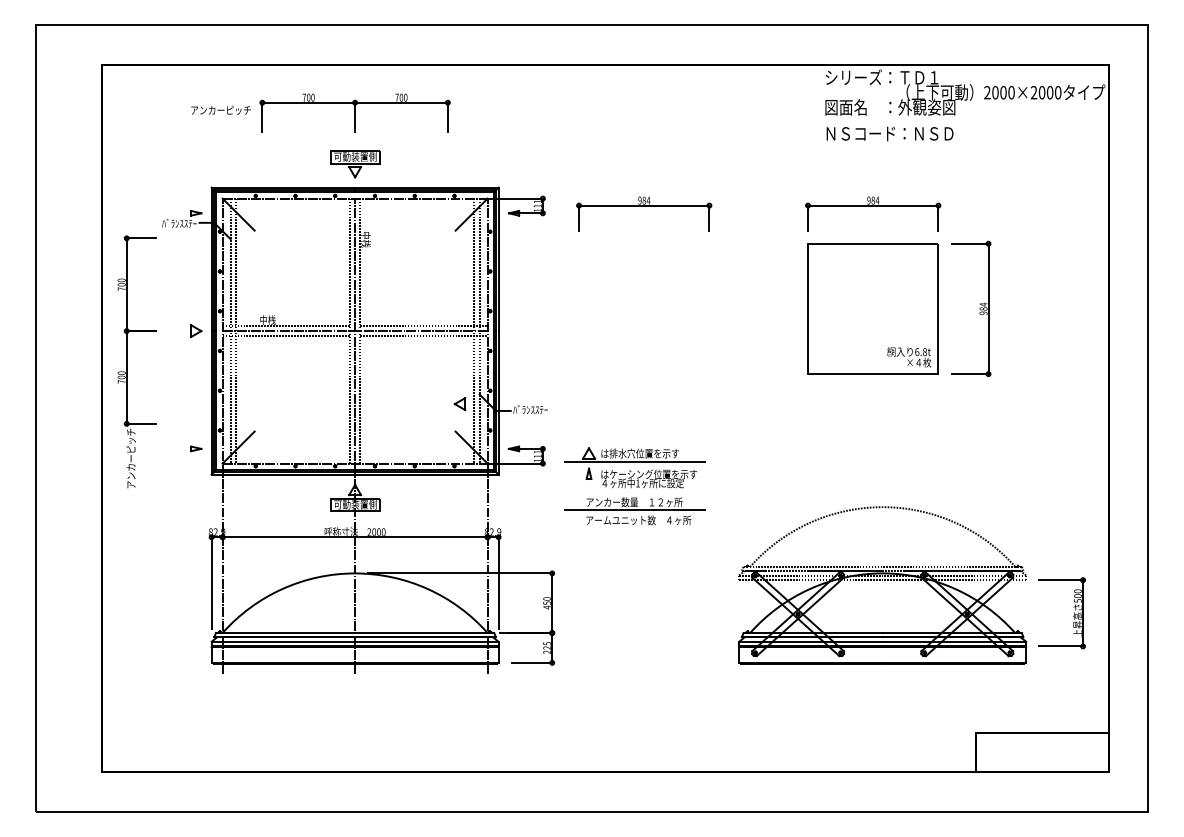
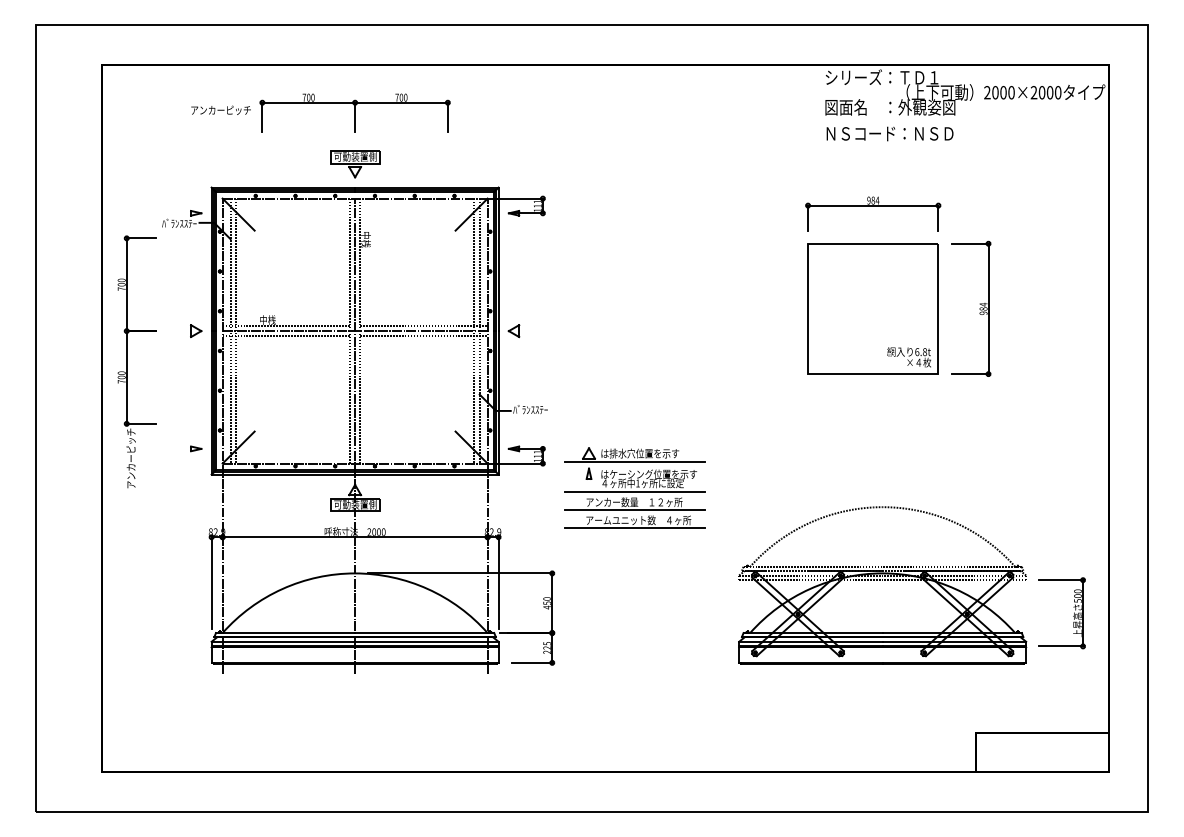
part at (644, 206): present -> none
part at (459, 404) position: (459, 404) -> (513, 331)
line at (634, 492): none -> present
line at (634, 528): none -> present
